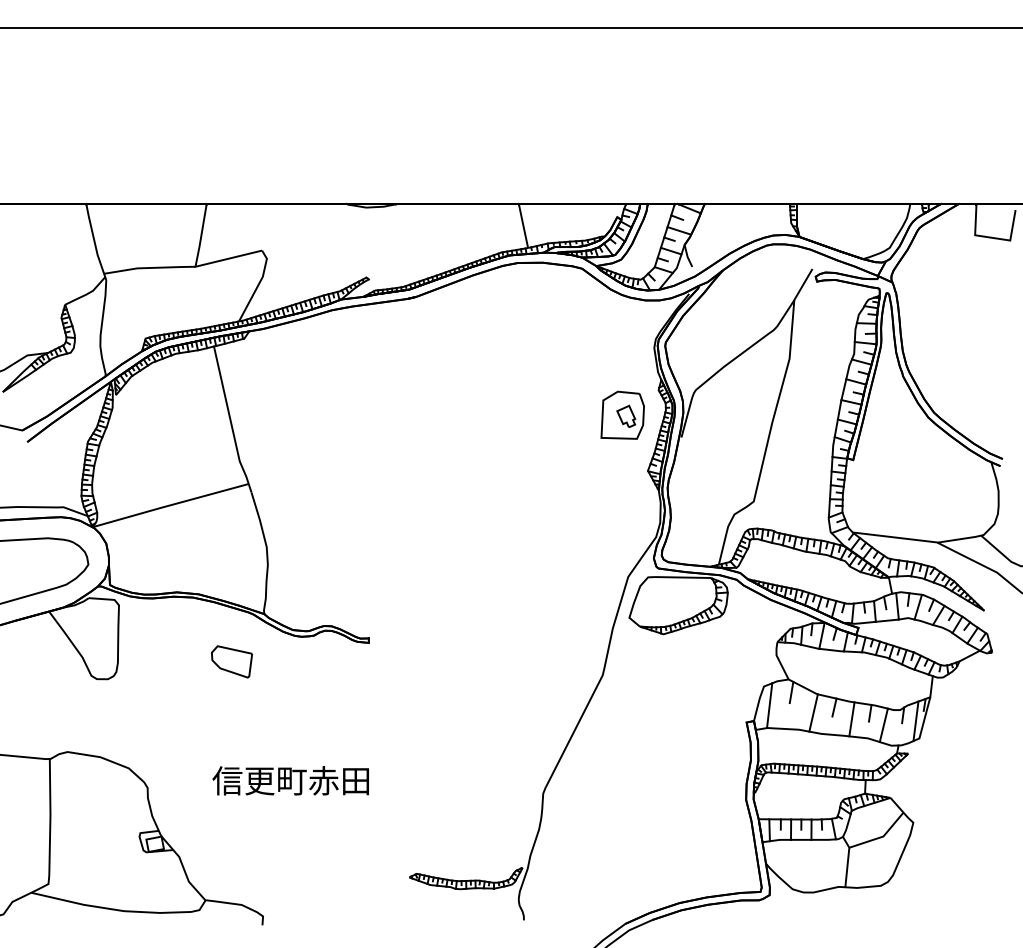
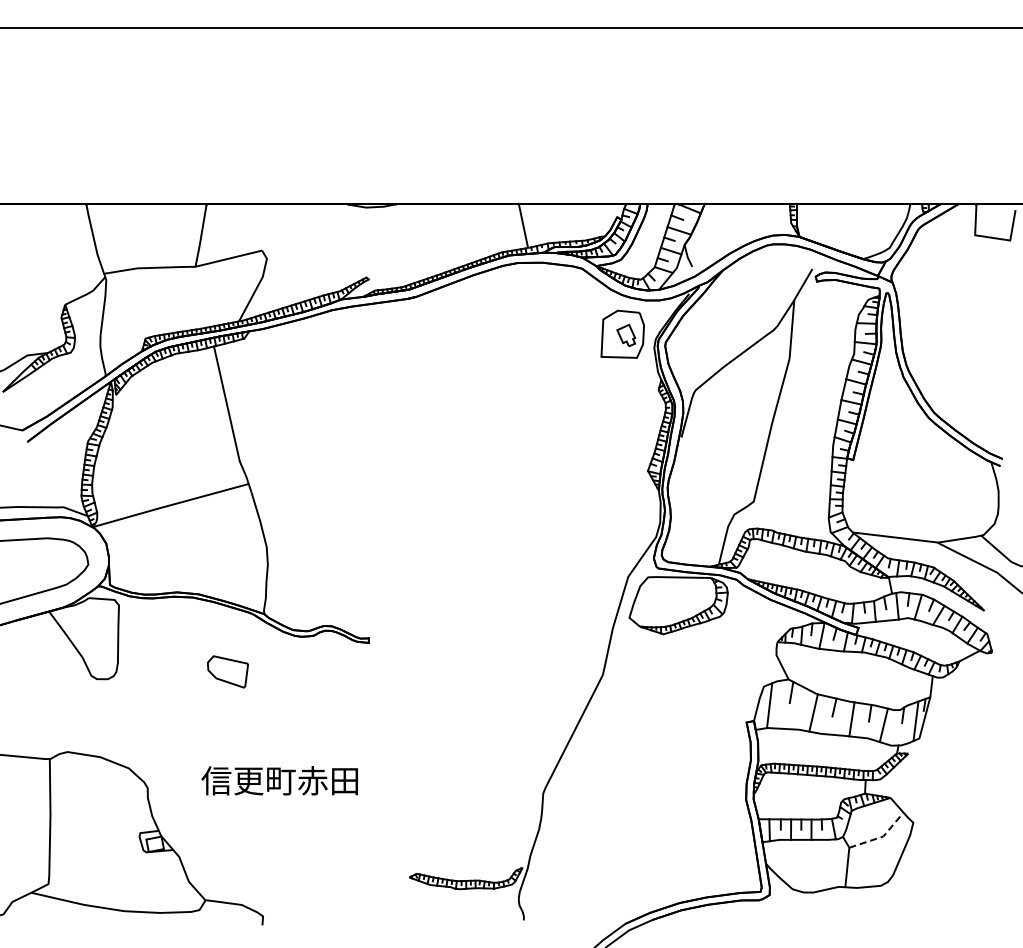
part at (622, 414) position: (622, 414) -> (622, 333)
part at (231, 661) position: (231, 661) -> (227, 671)
text at (290, 780) position: (290, 780) -> (279, 780)
line at (882, 836): solid -> dashed
